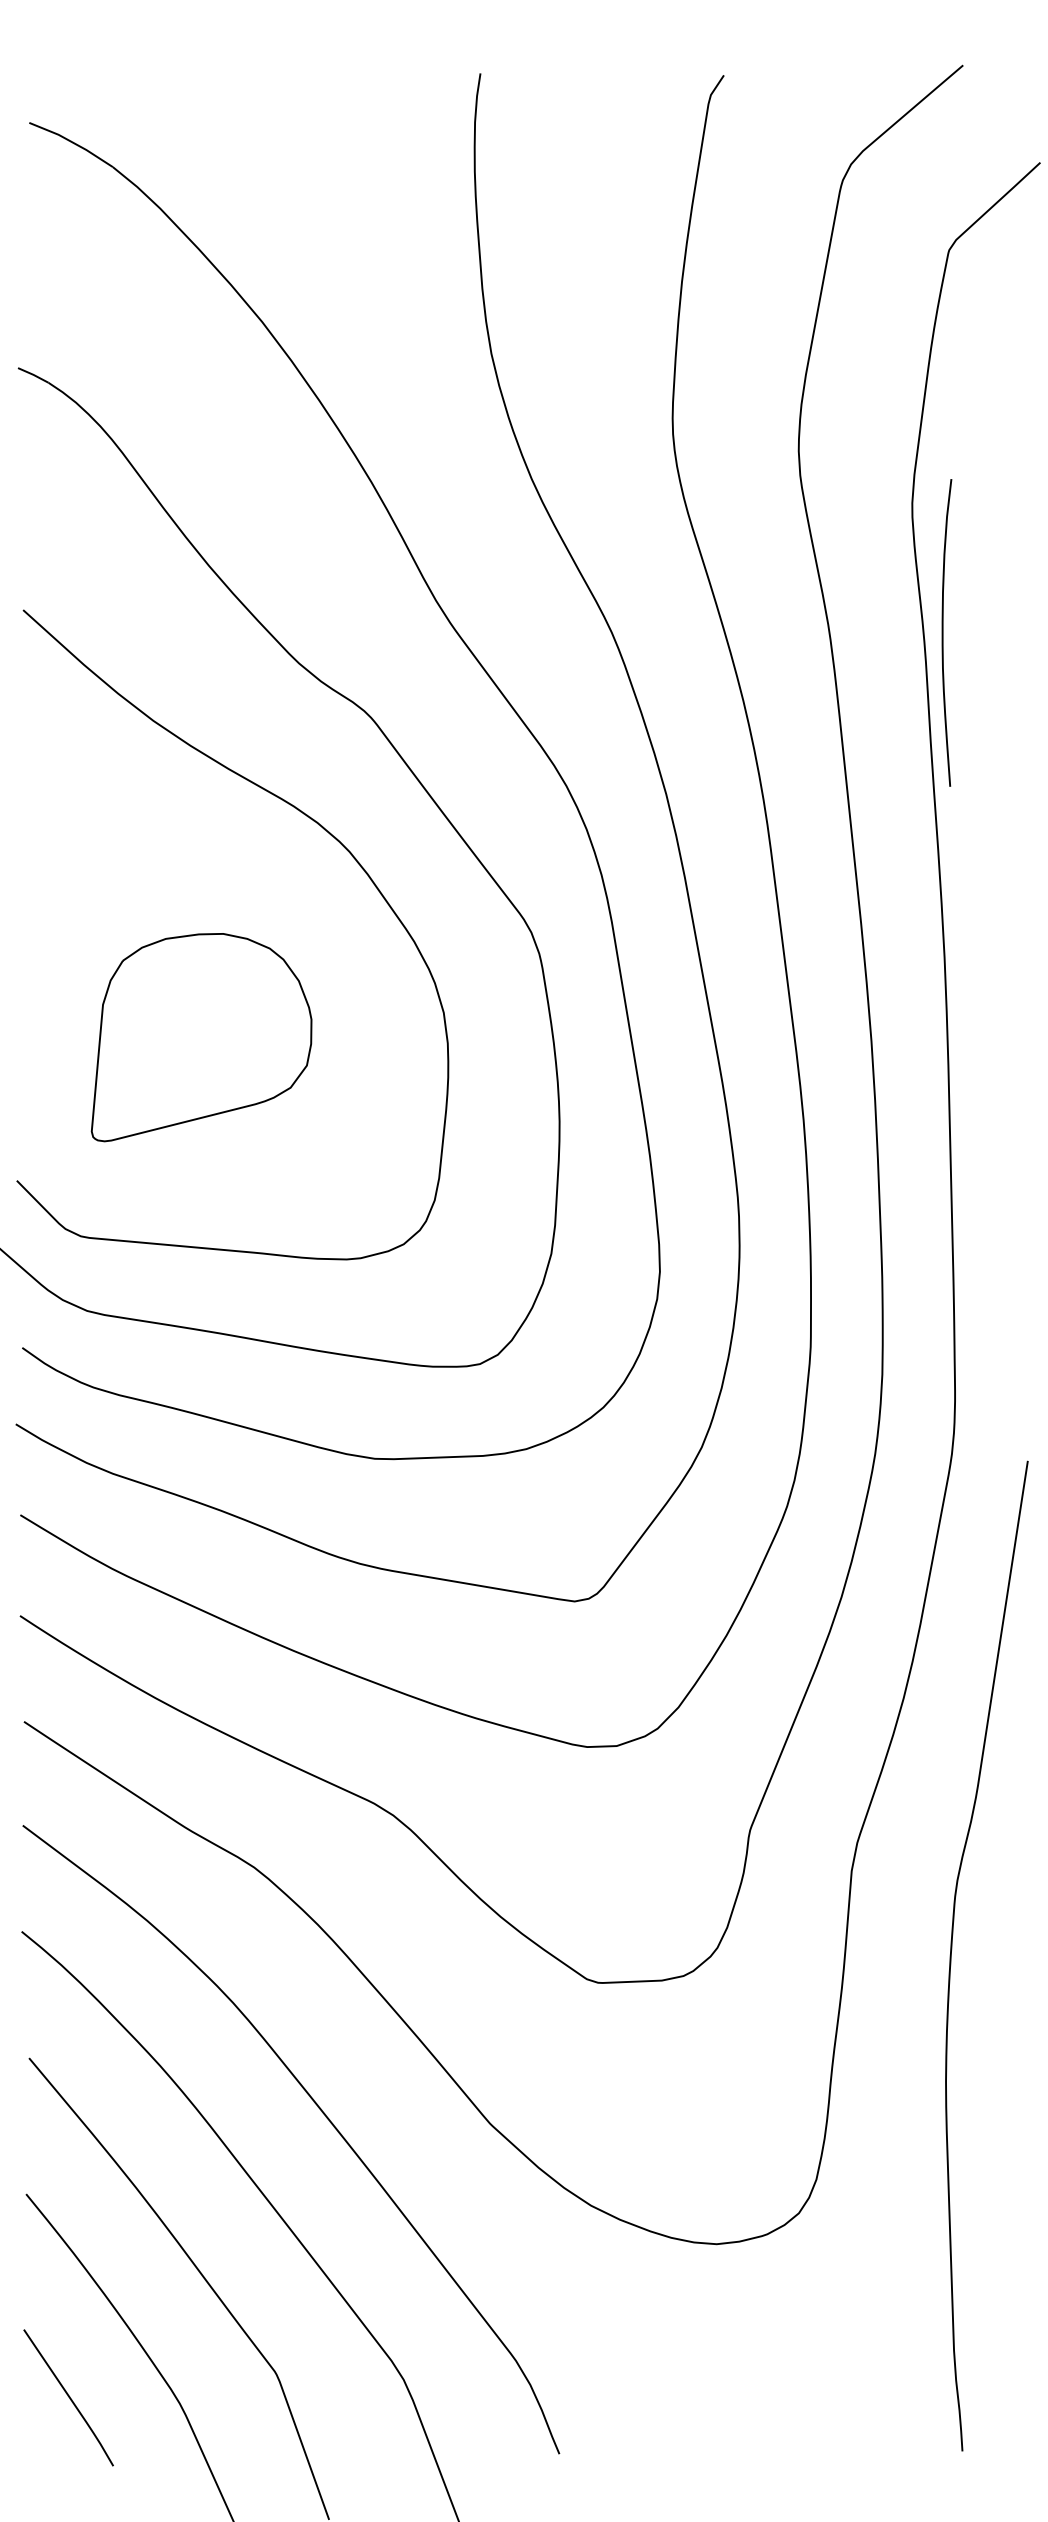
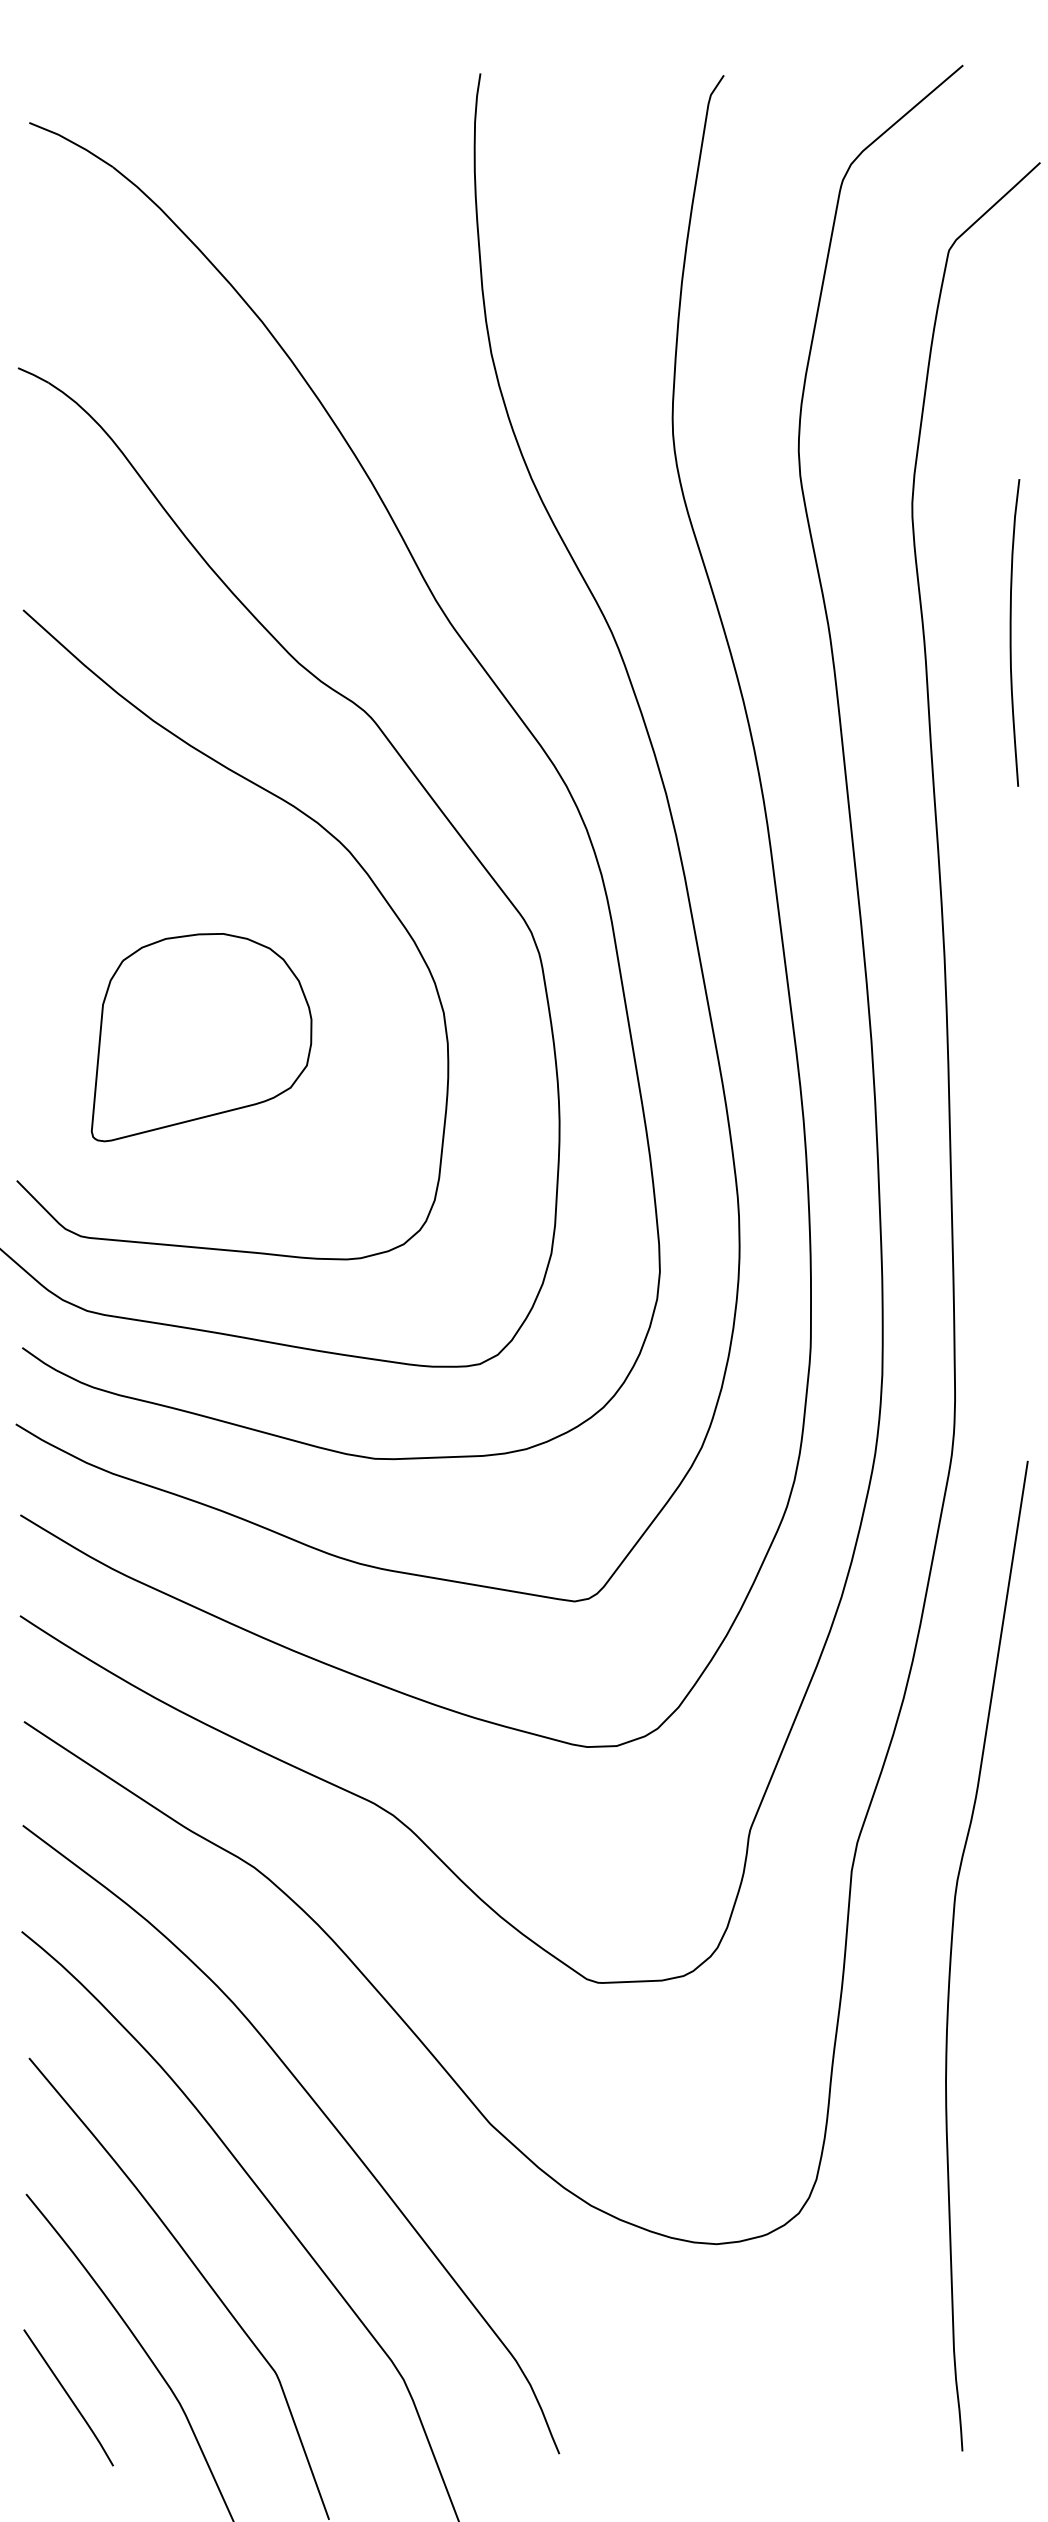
curve at (943, 632) position: (943, 632) -> (1011, 632)
